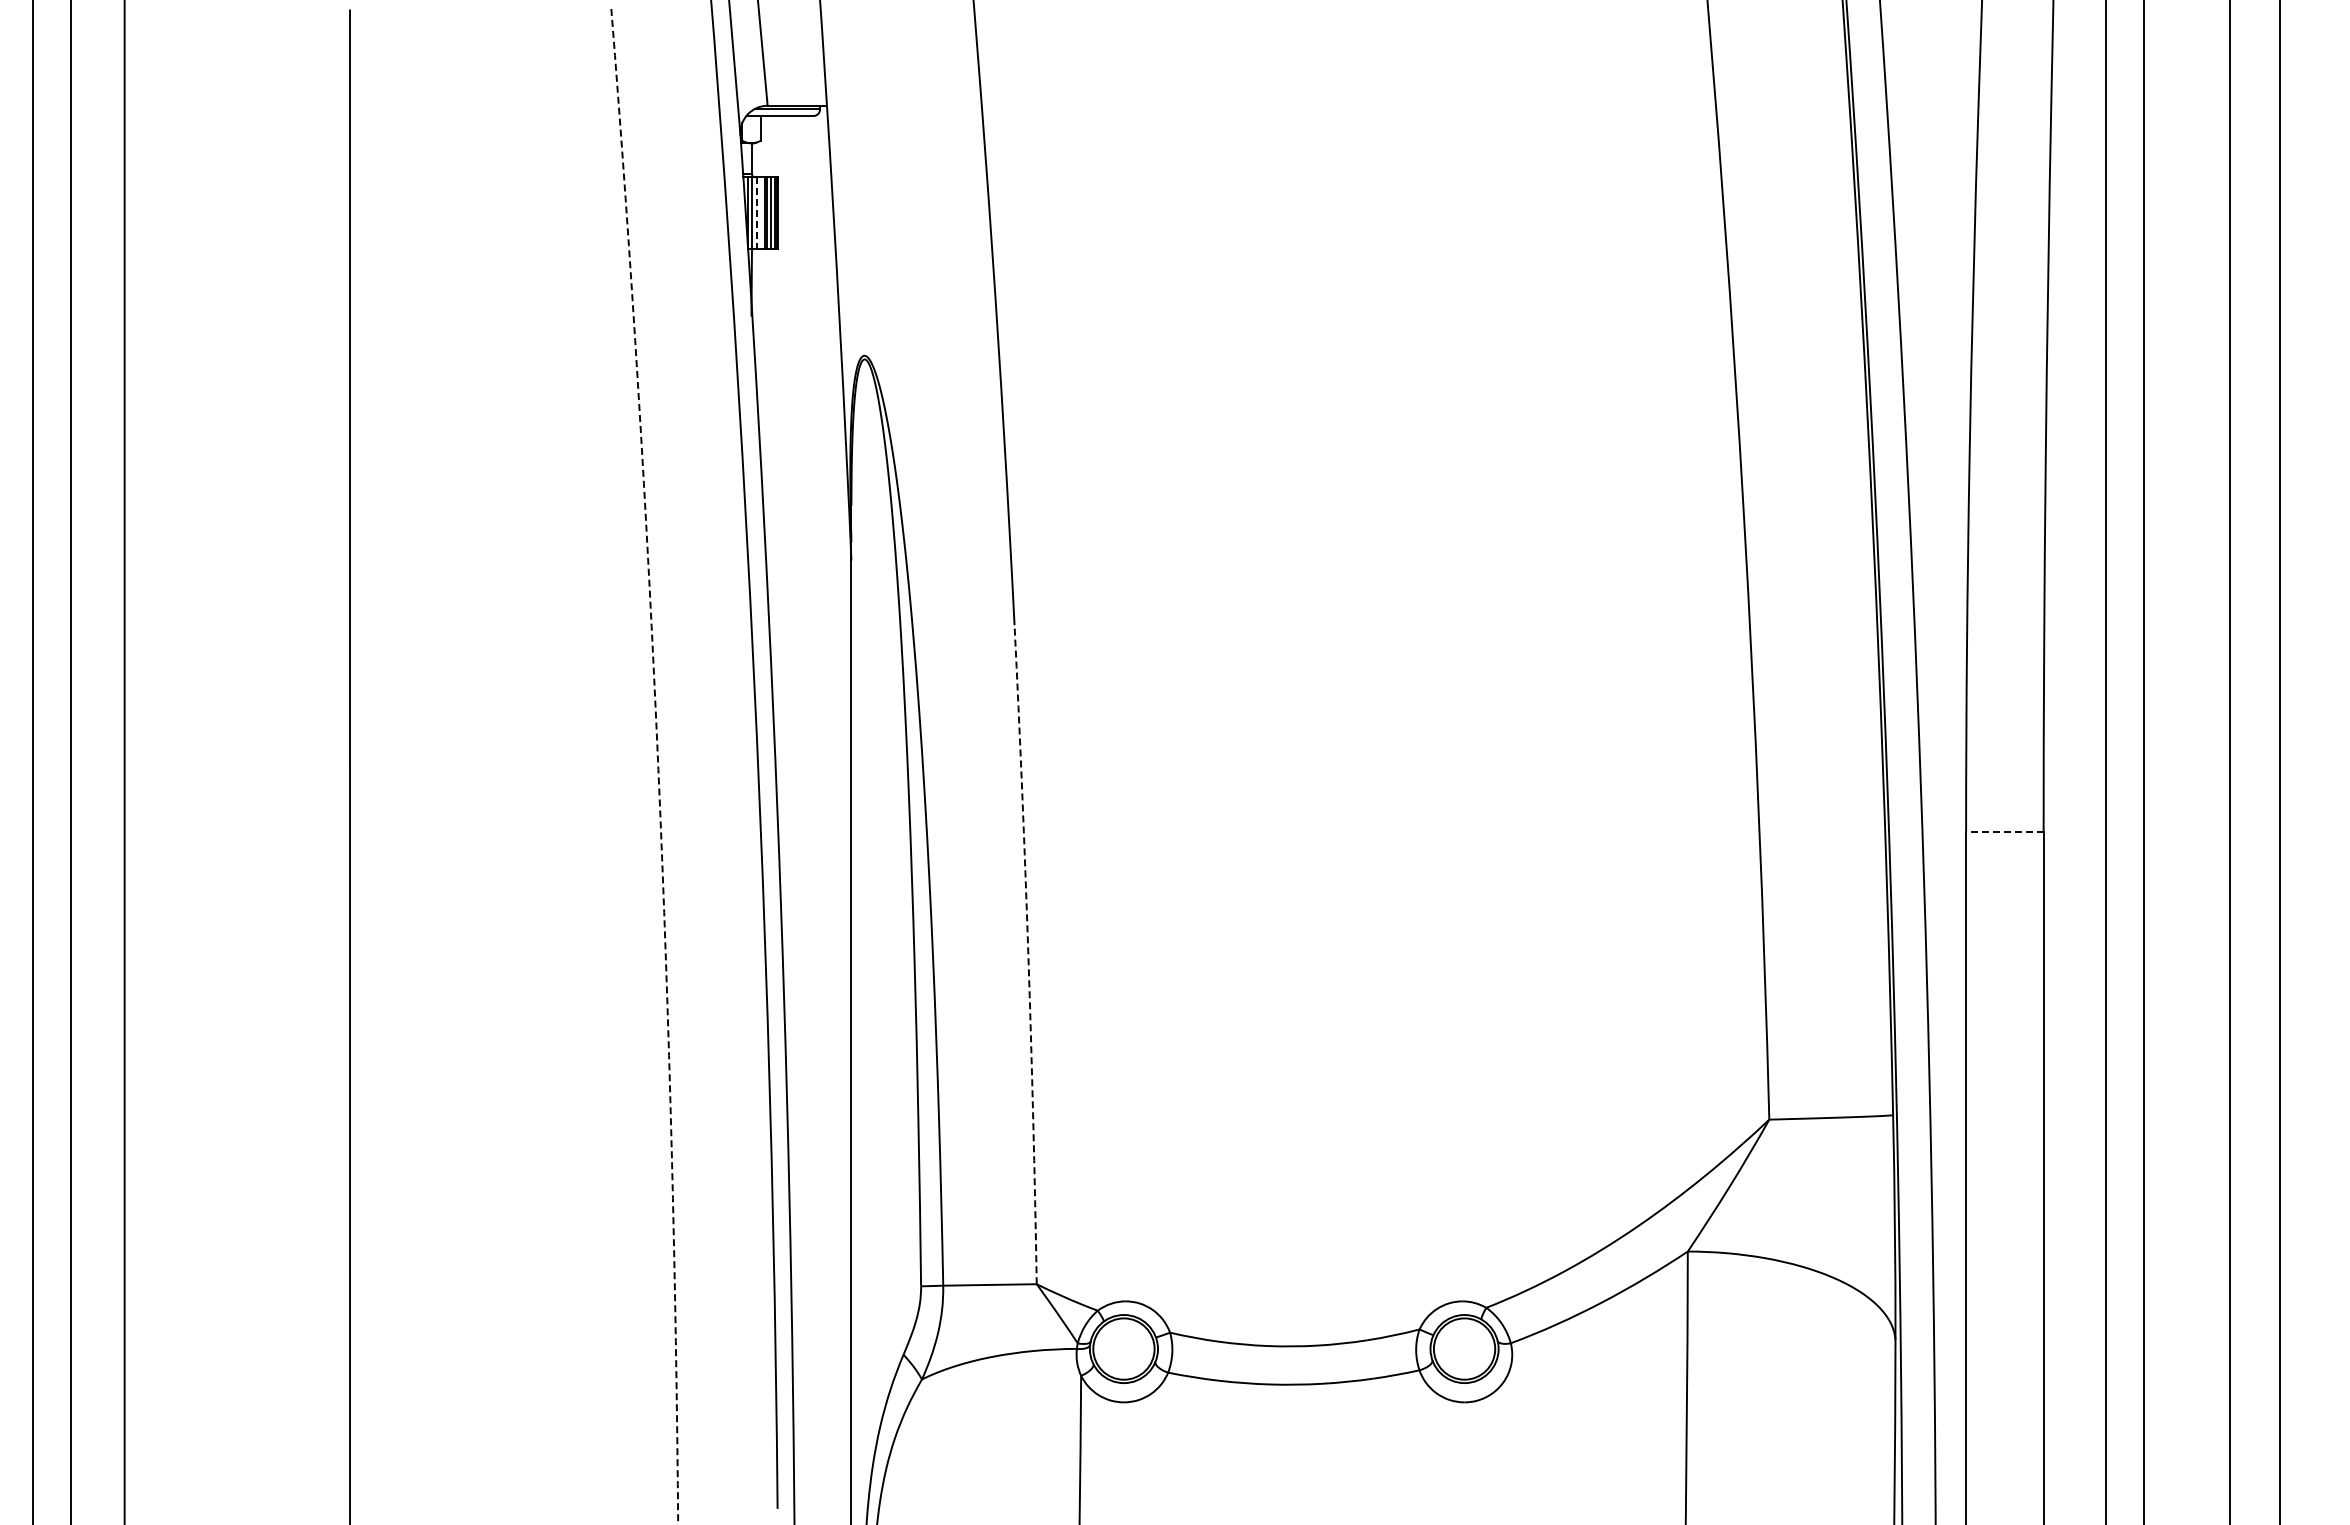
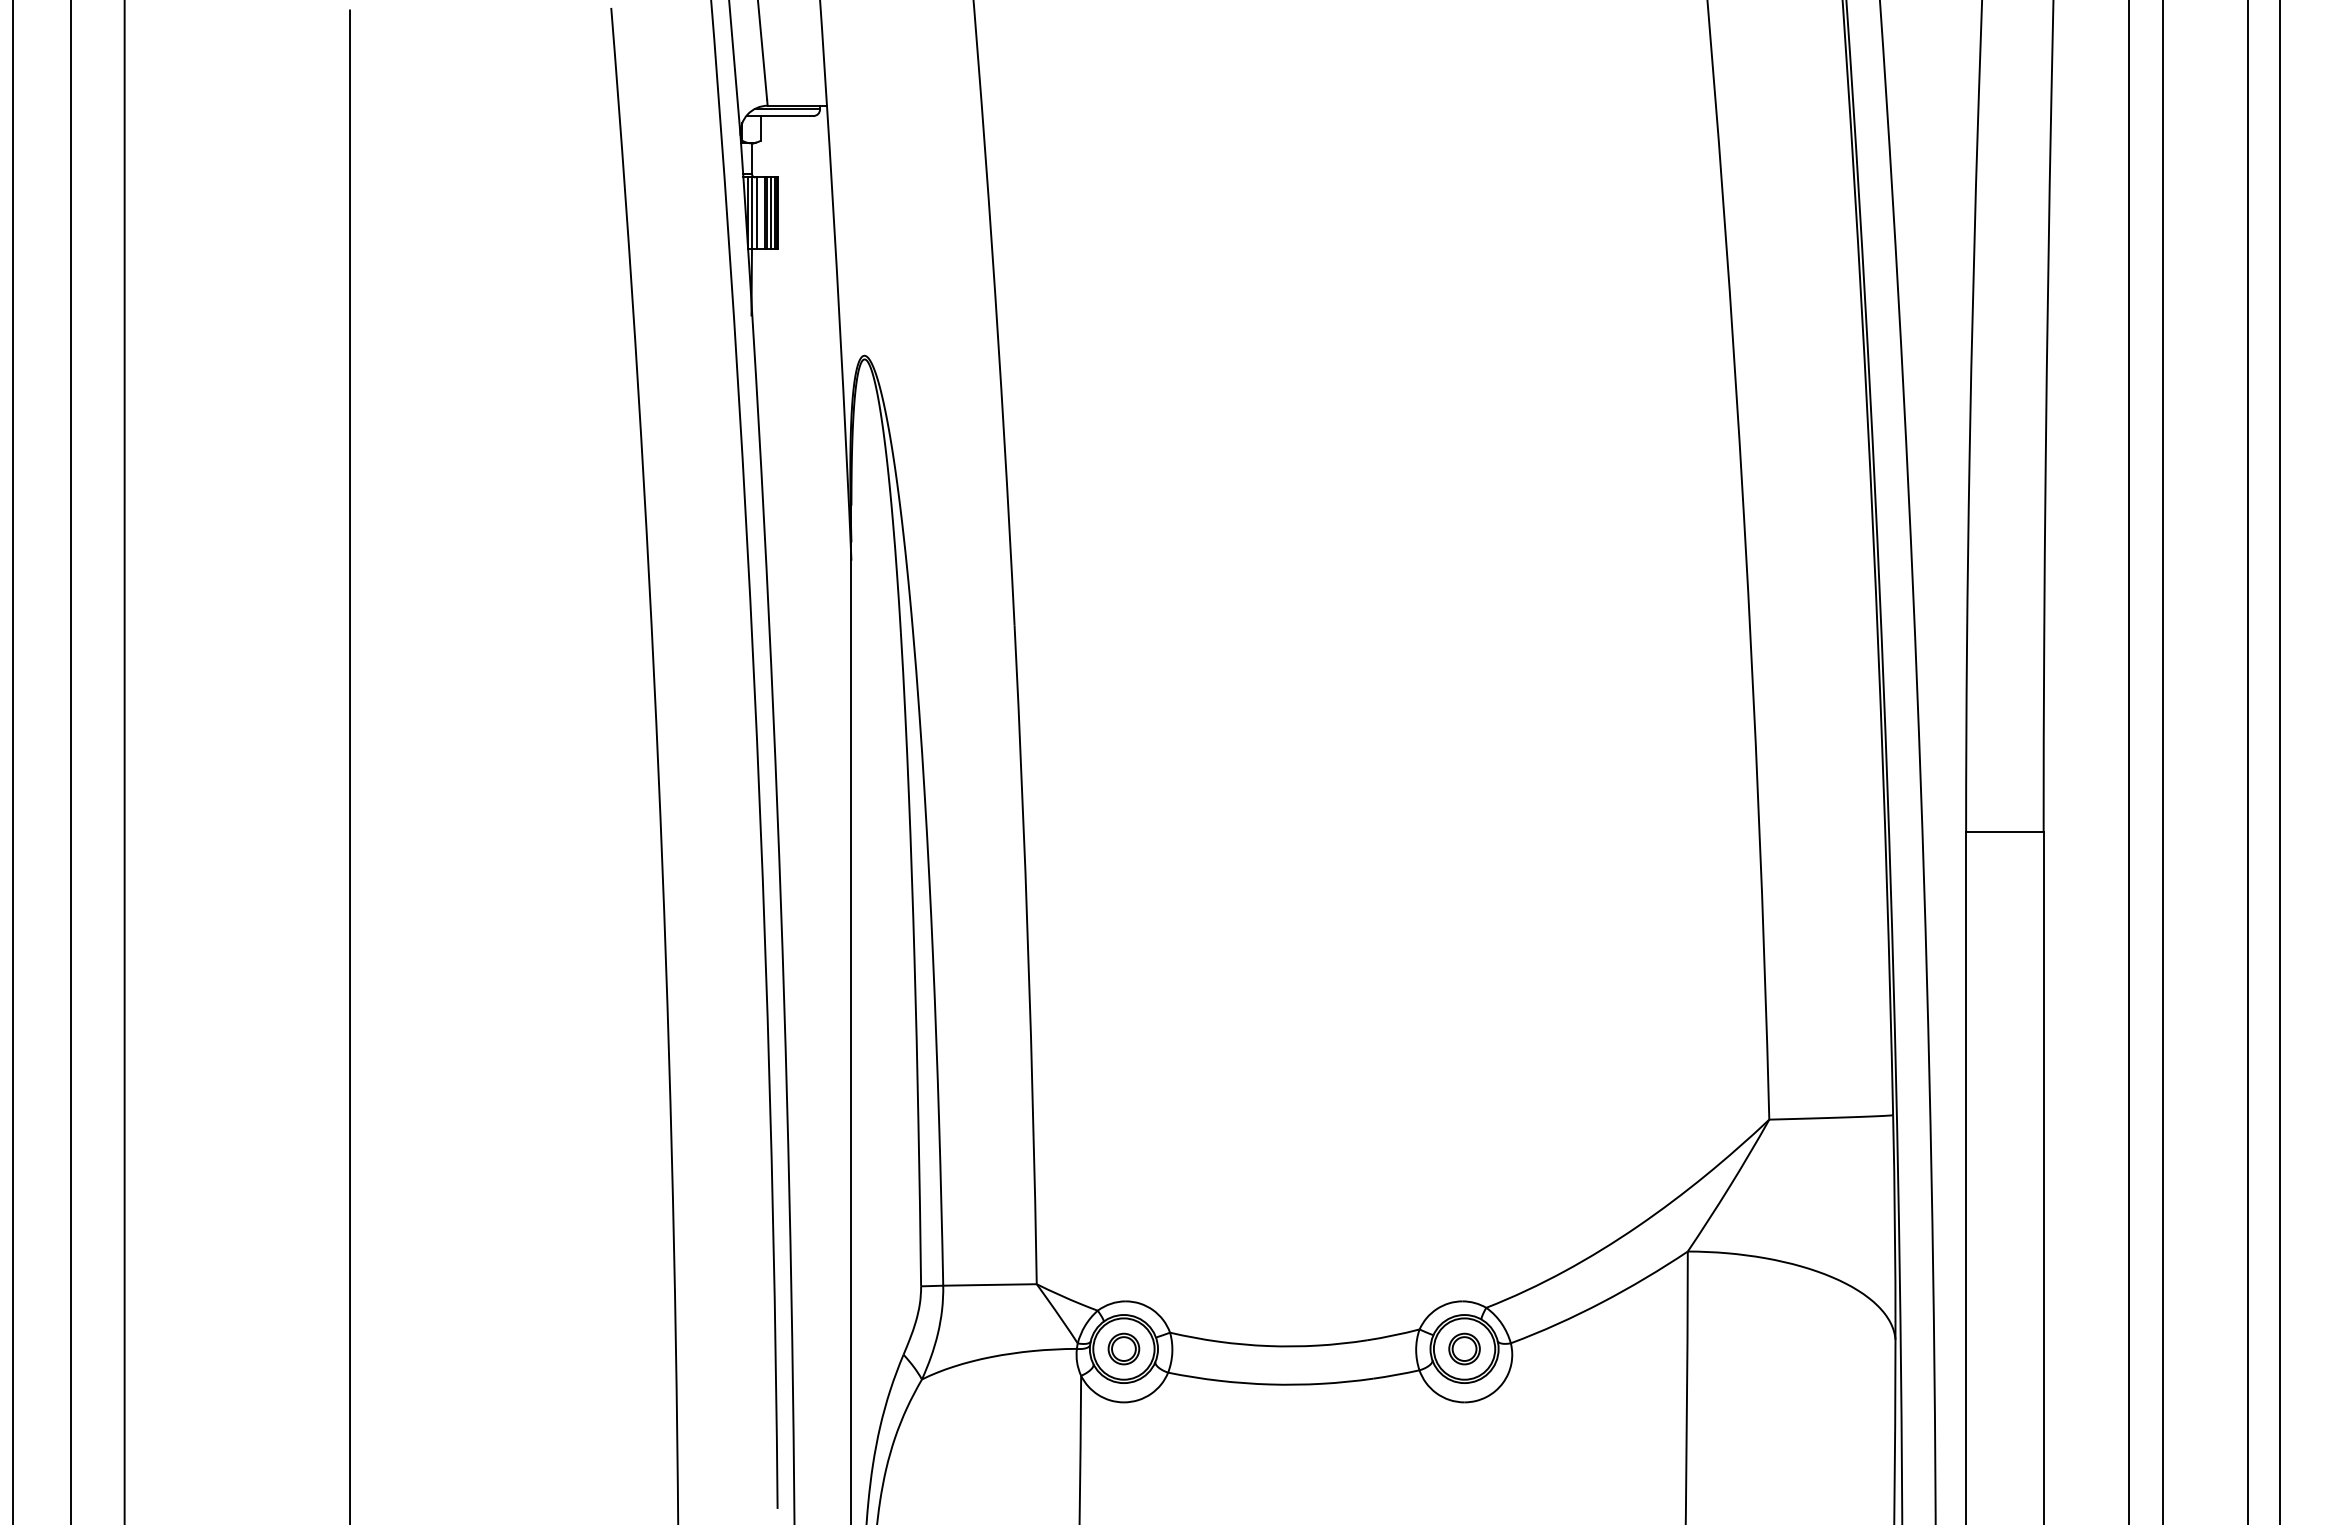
line at (757, 213): dashed -> solid
line at (33, 761) position: (33, 761) -> (13, 761)
line at (2105, 761) position: (2105, 761) -> (2128, 761)
line at (2143, 761) position: (2143, 761) -> (2162, 761)
line at (2230, 761) position: (2230, 761) -> (2248, 761)
arc at (658, 765): dashed -> solid
line at (2004, 831): dashed -> solid
arc at (1028, 954): dashed -> solid
part at (1123, 1348): none -> present
part at (1464, 1348): none -> present
